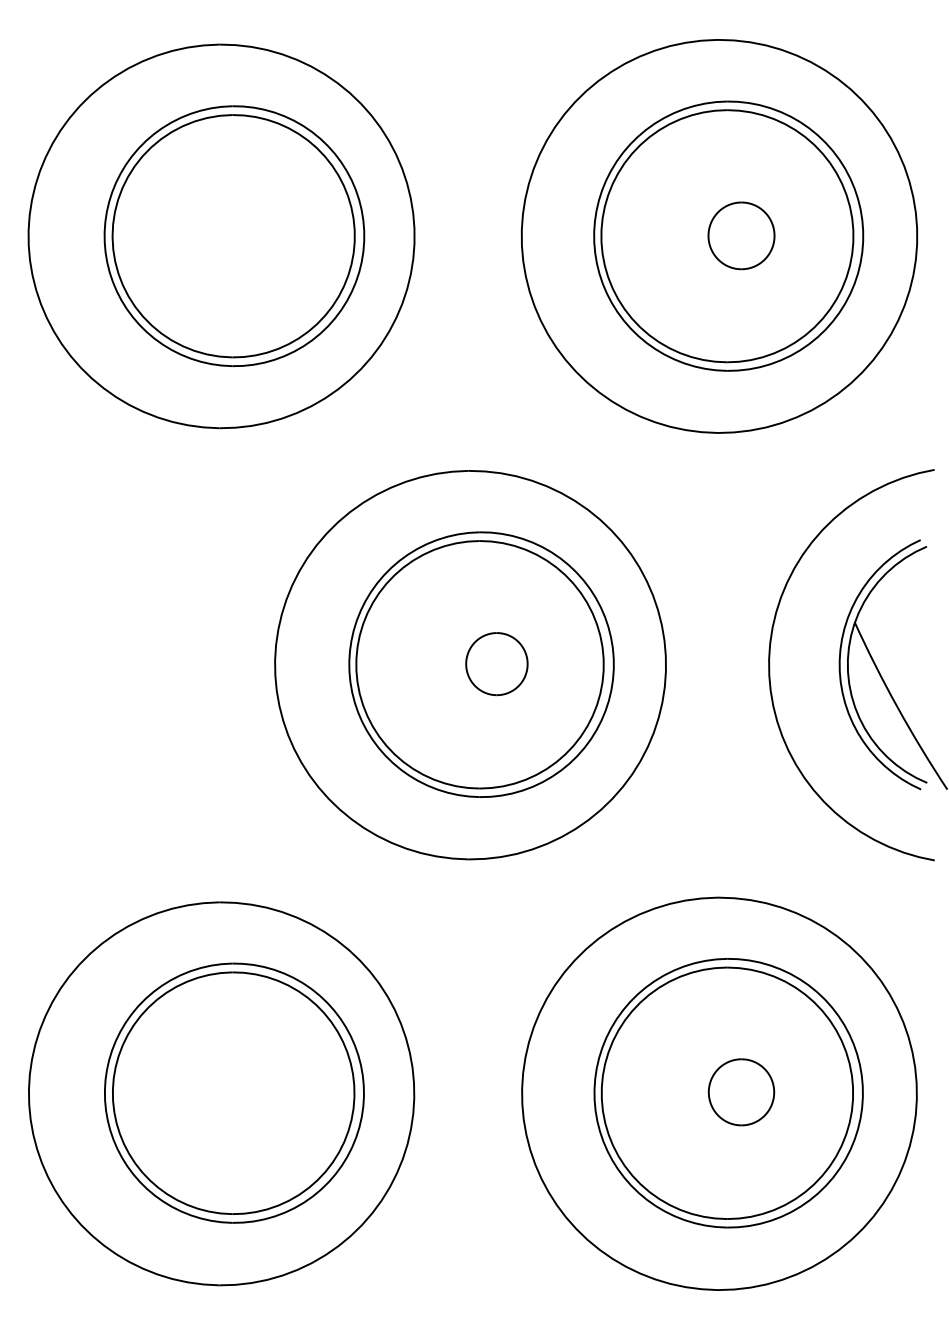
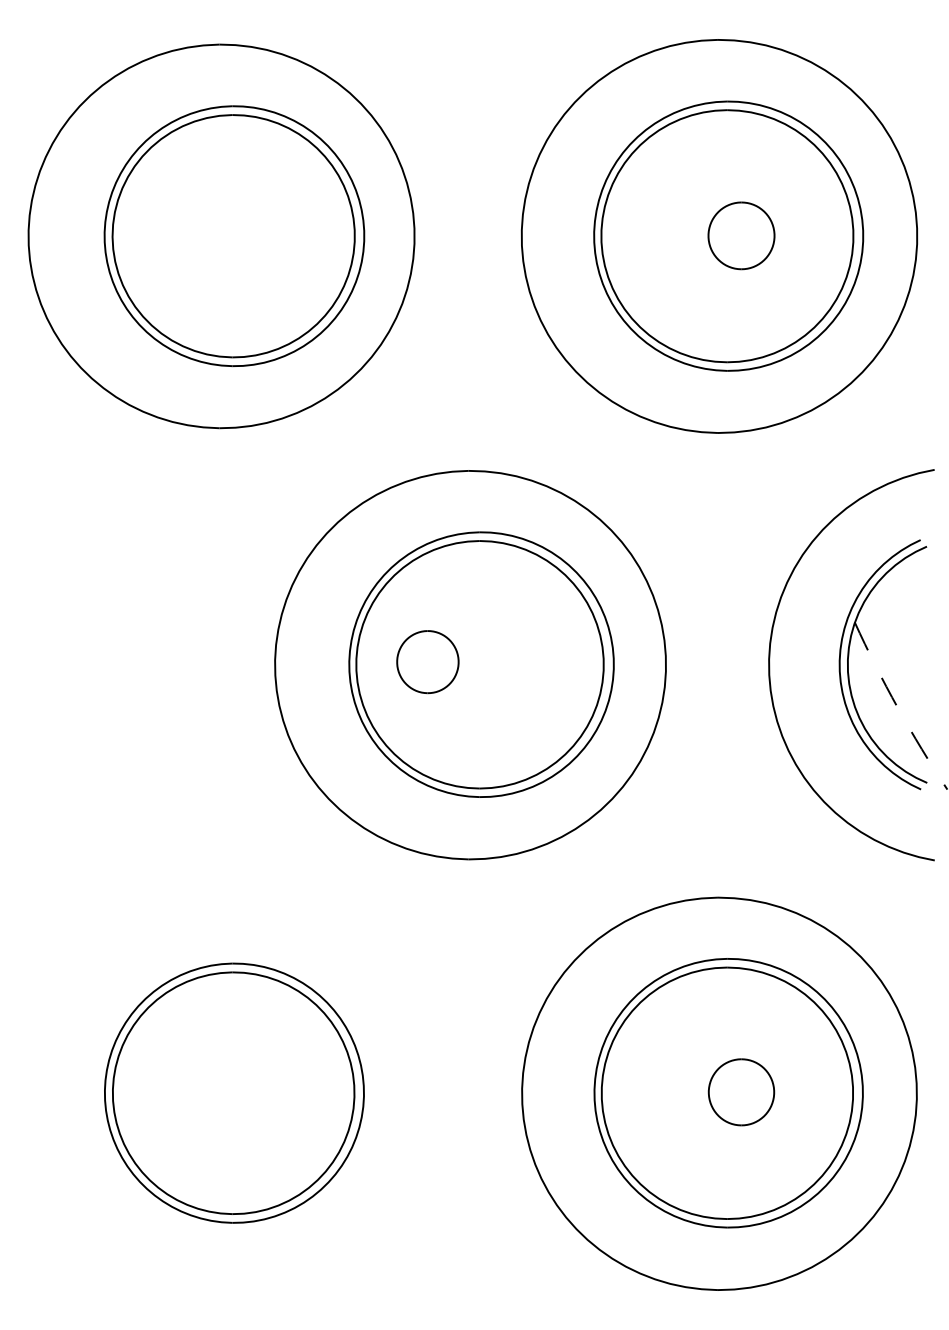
part at (496, 664) position: (496, 664) -> (427, 662)
arc at (897, 707): solid -> dashed
part at (221, 1093): present -> none
